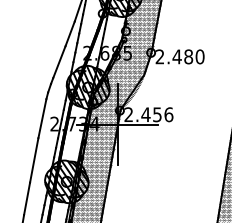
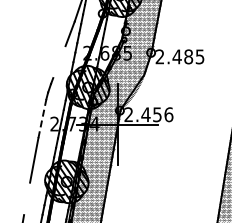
text at (199, 56): 2.480 -> 2.485
line at (59, 62): present -> none
line at (42, 118): solid -> dashed
line at (27, 198): present -> none
